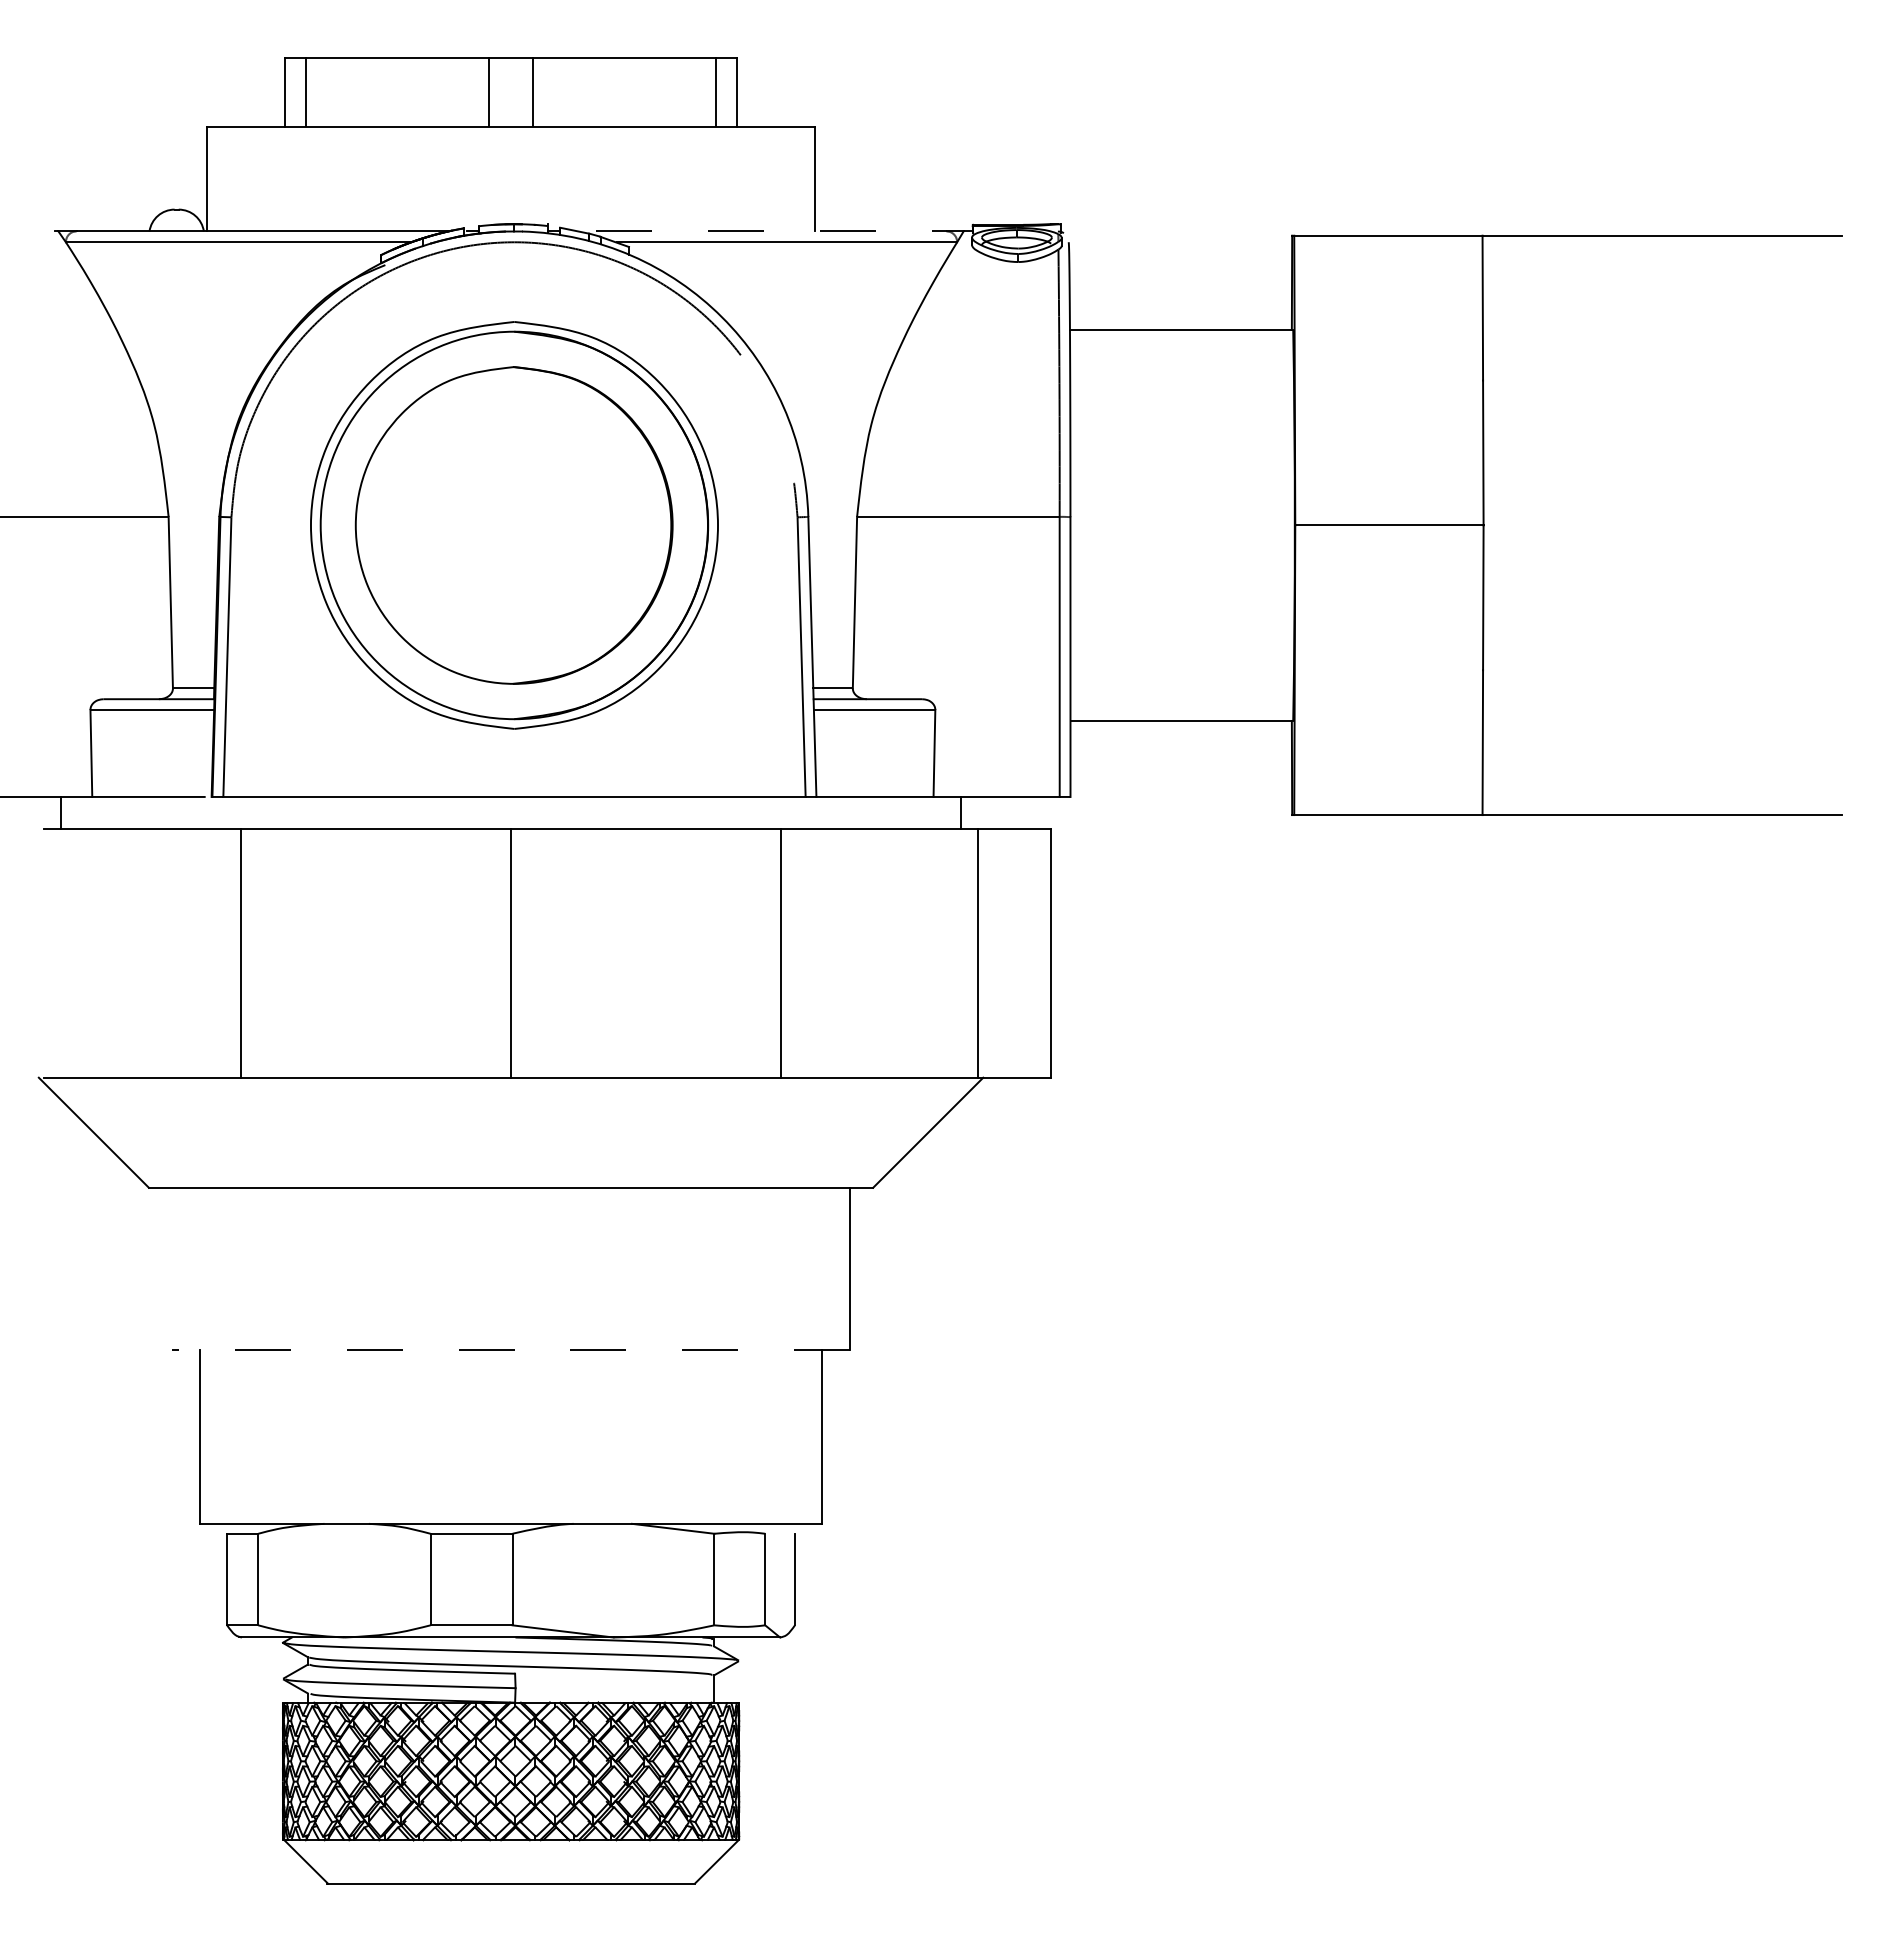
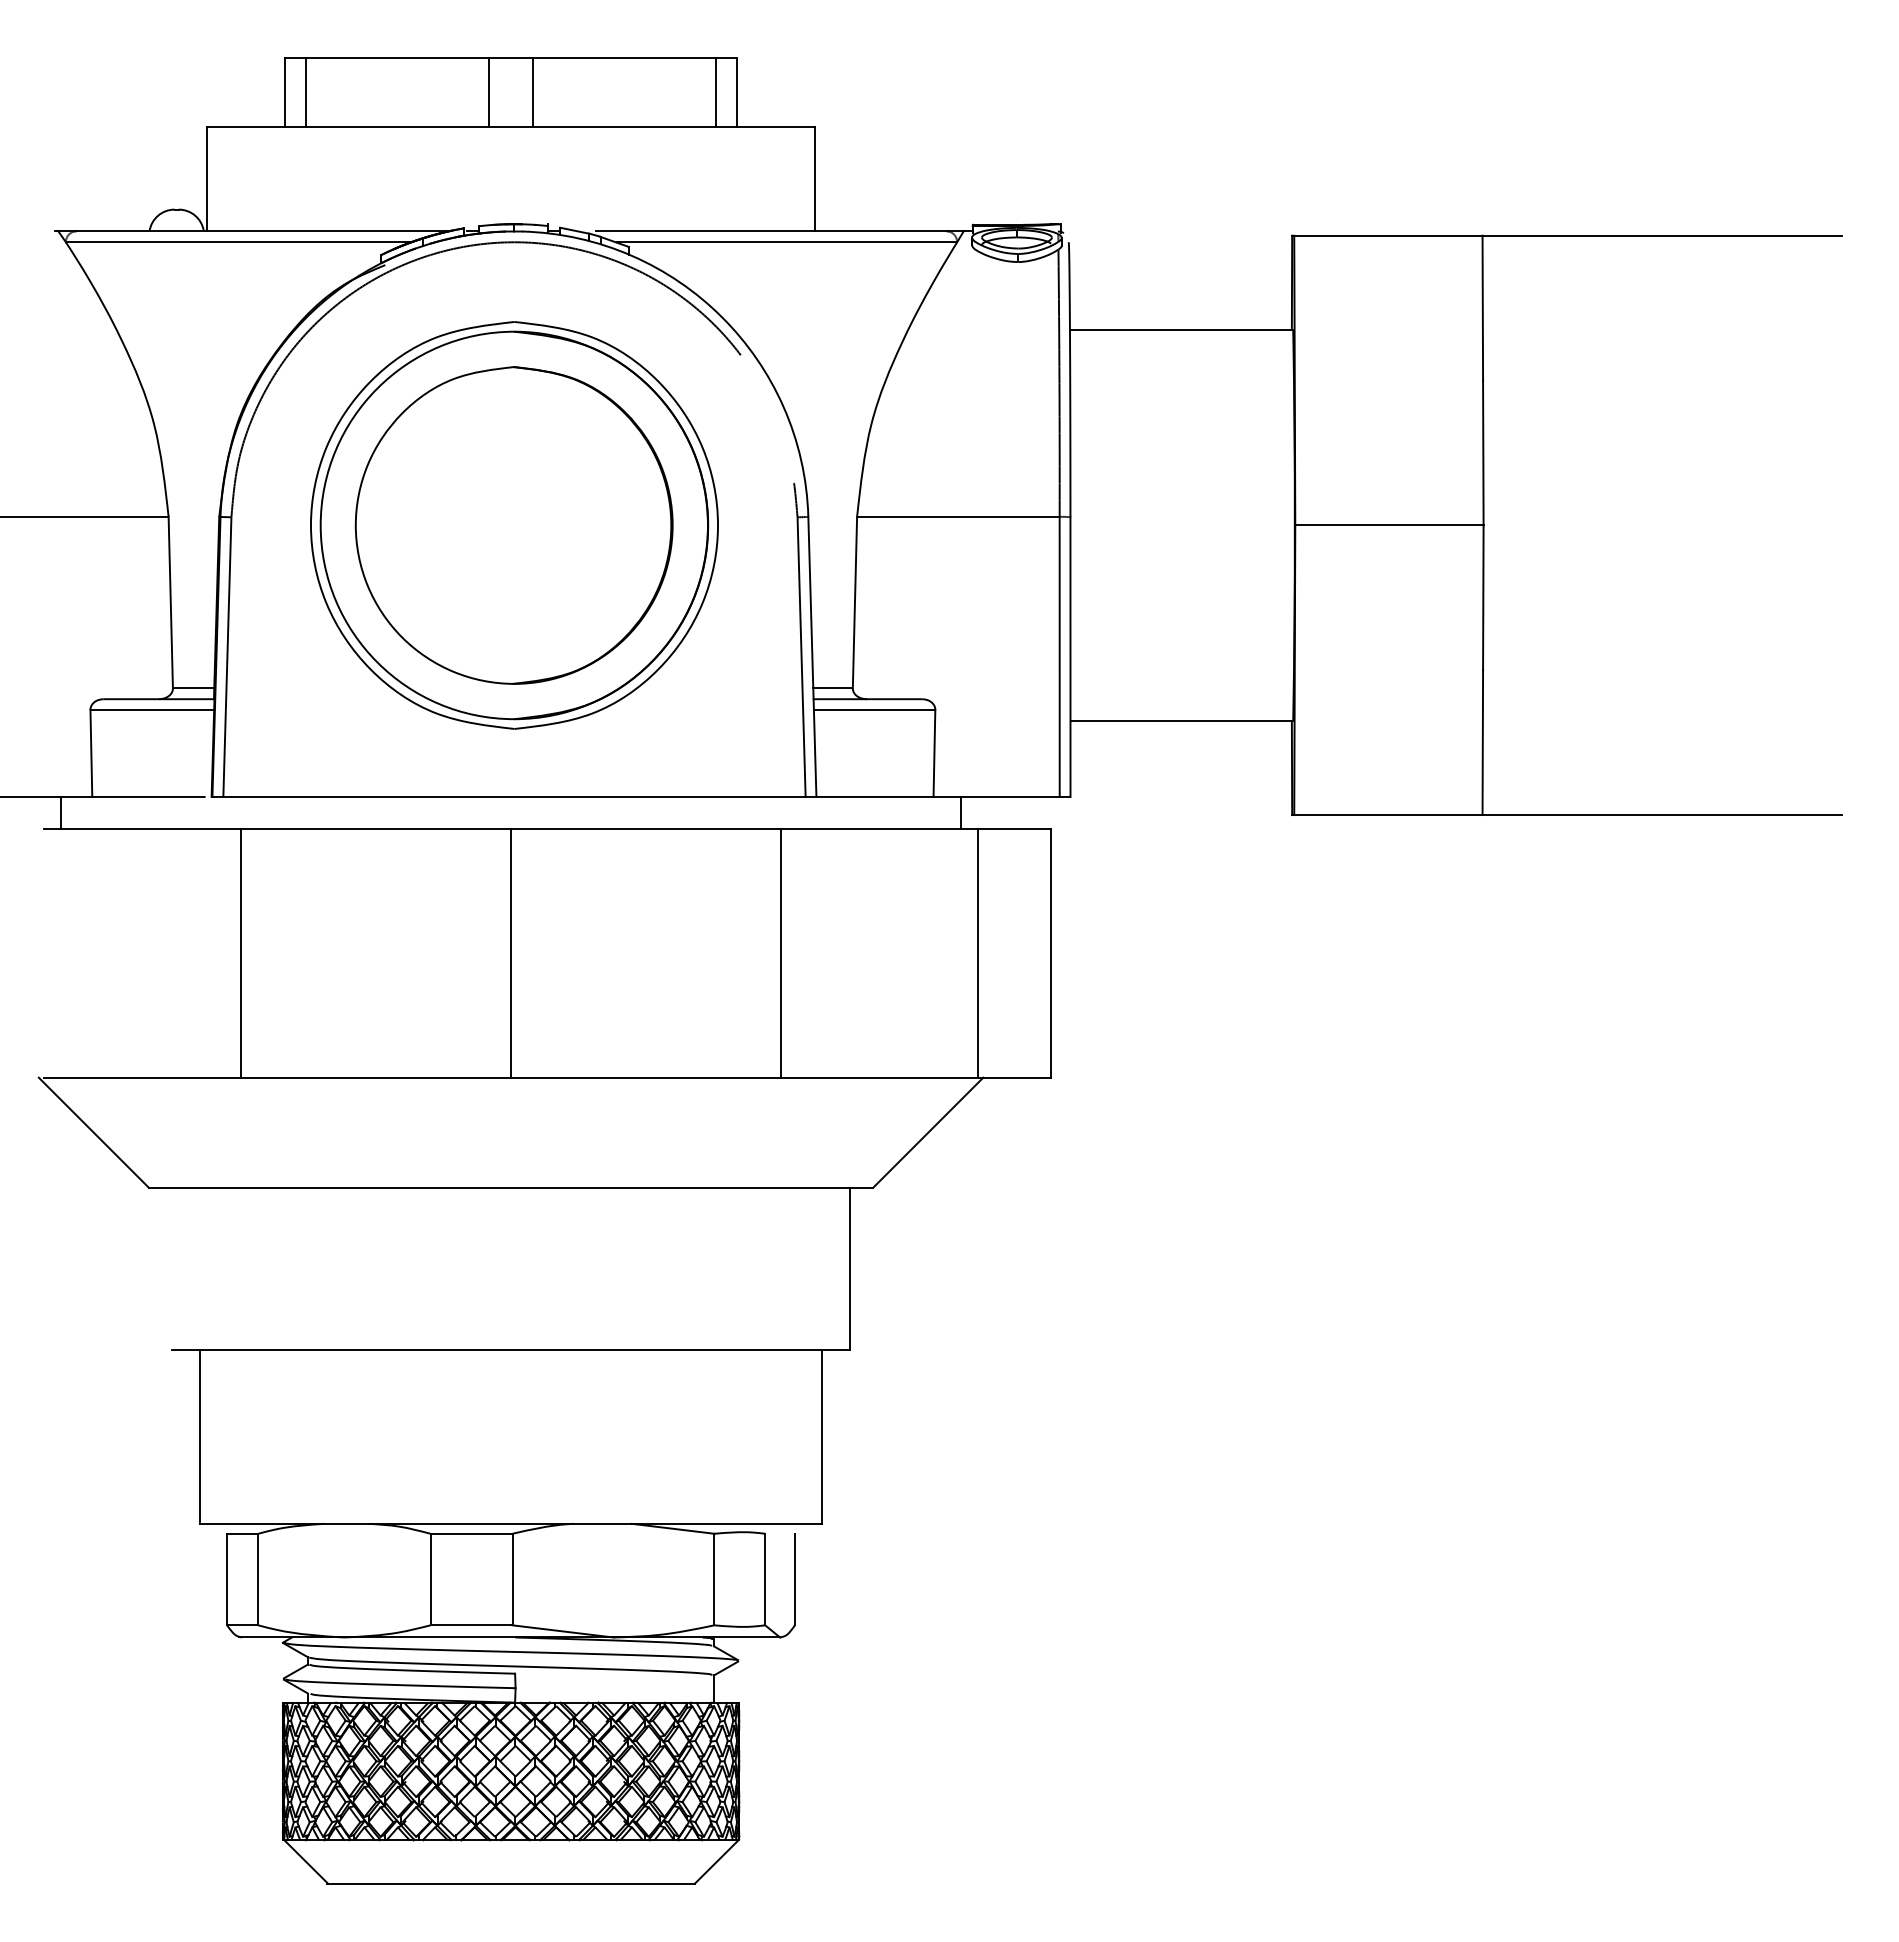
line at (771, 231): dashed -> solid
line at (511, 1350): dashed -> solid
